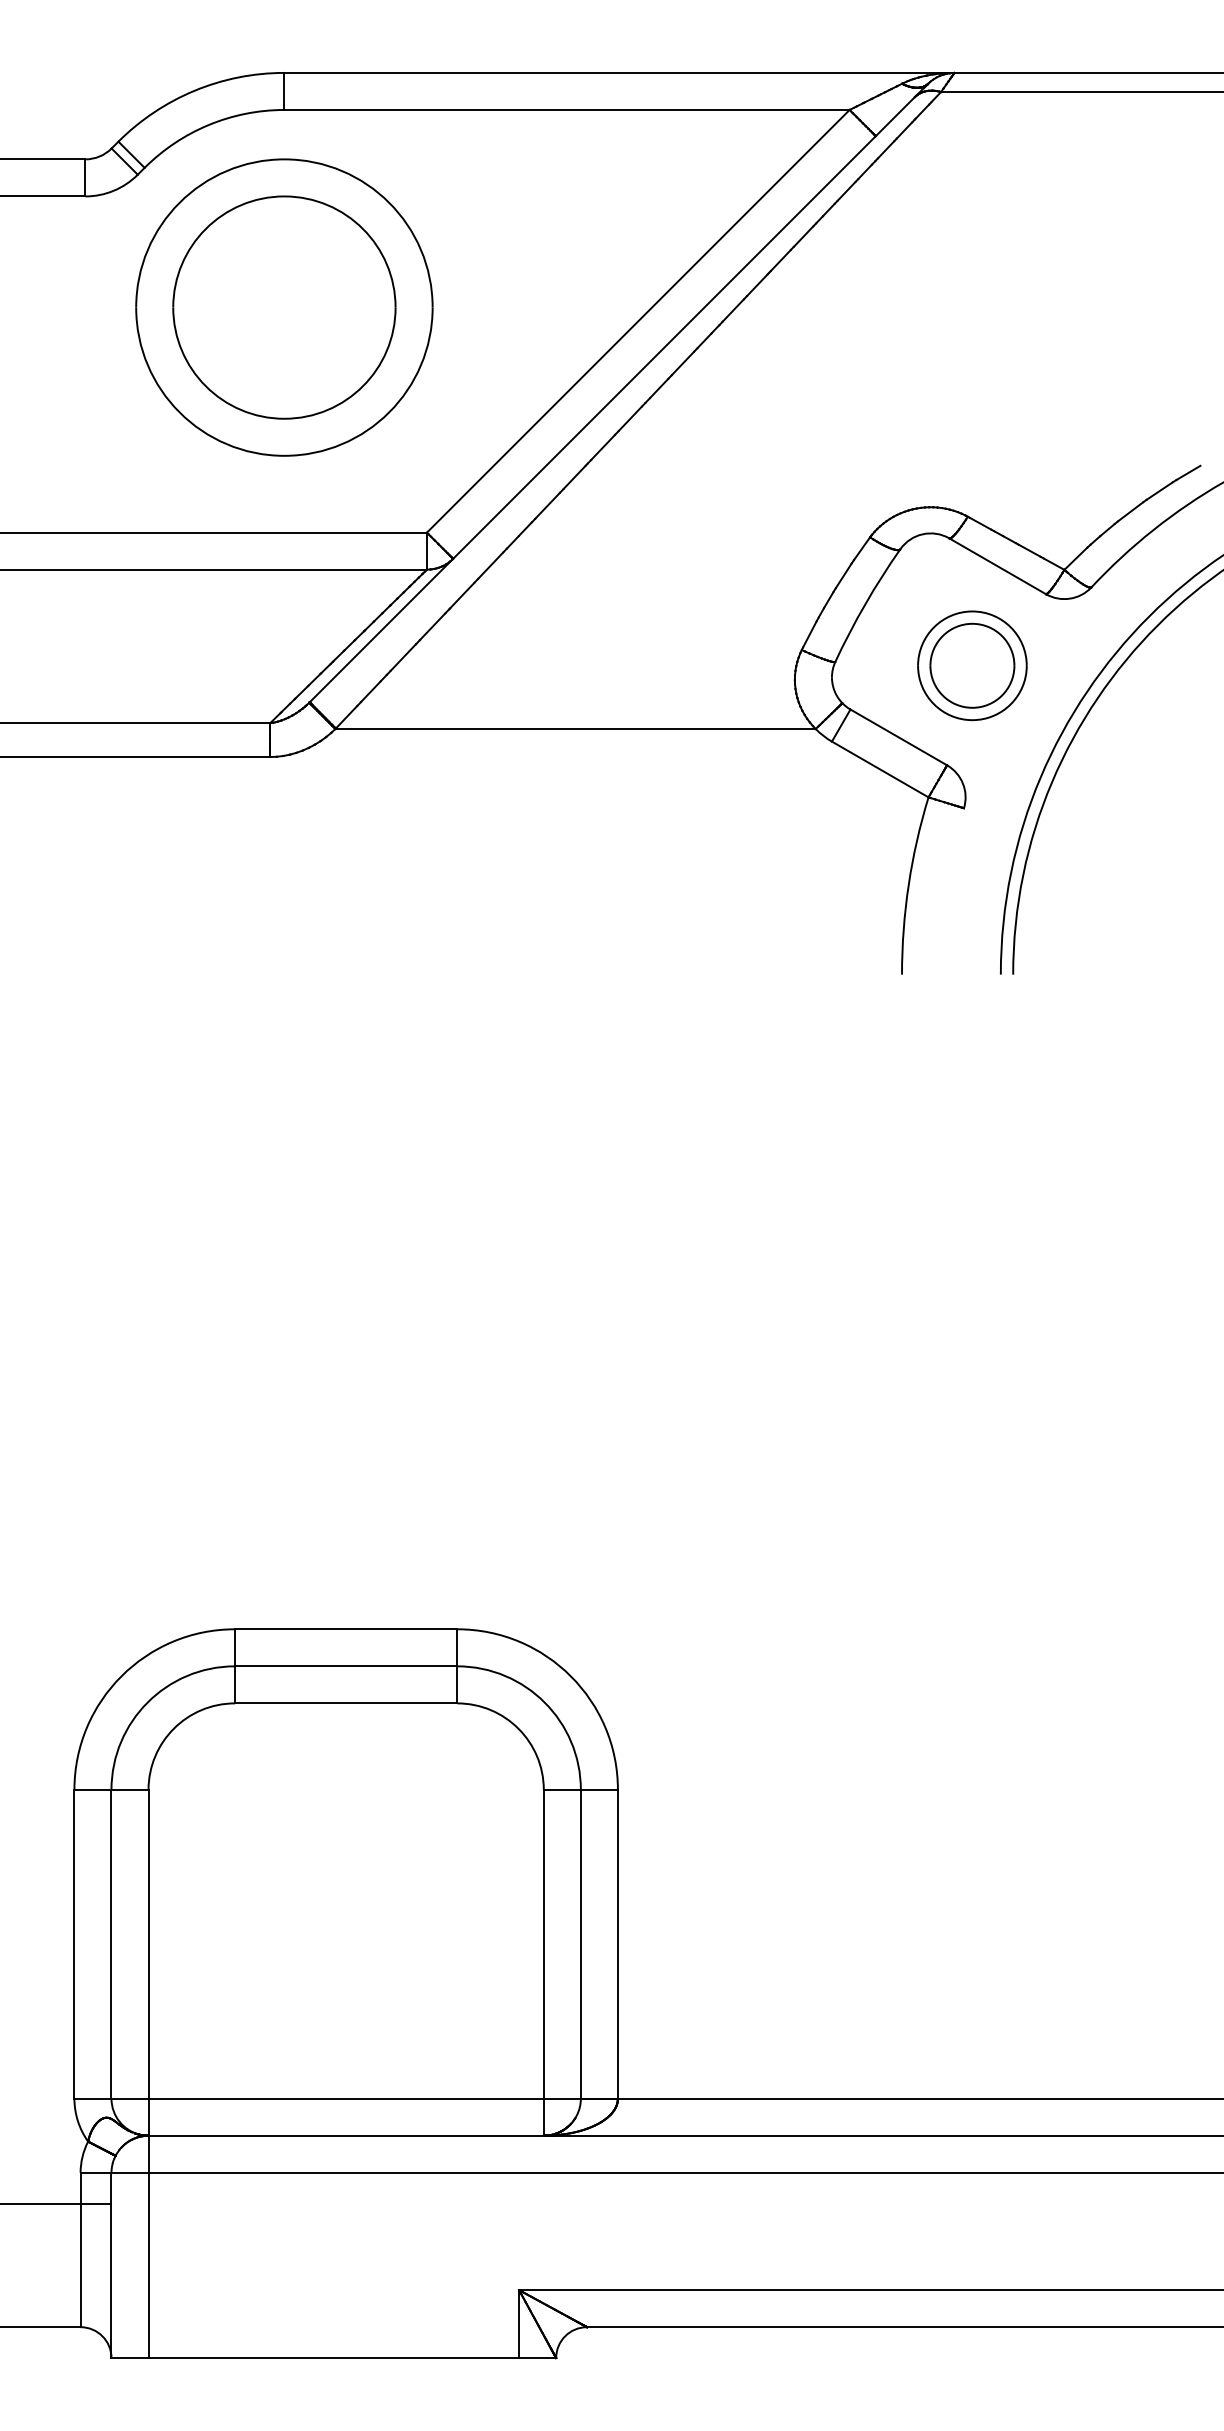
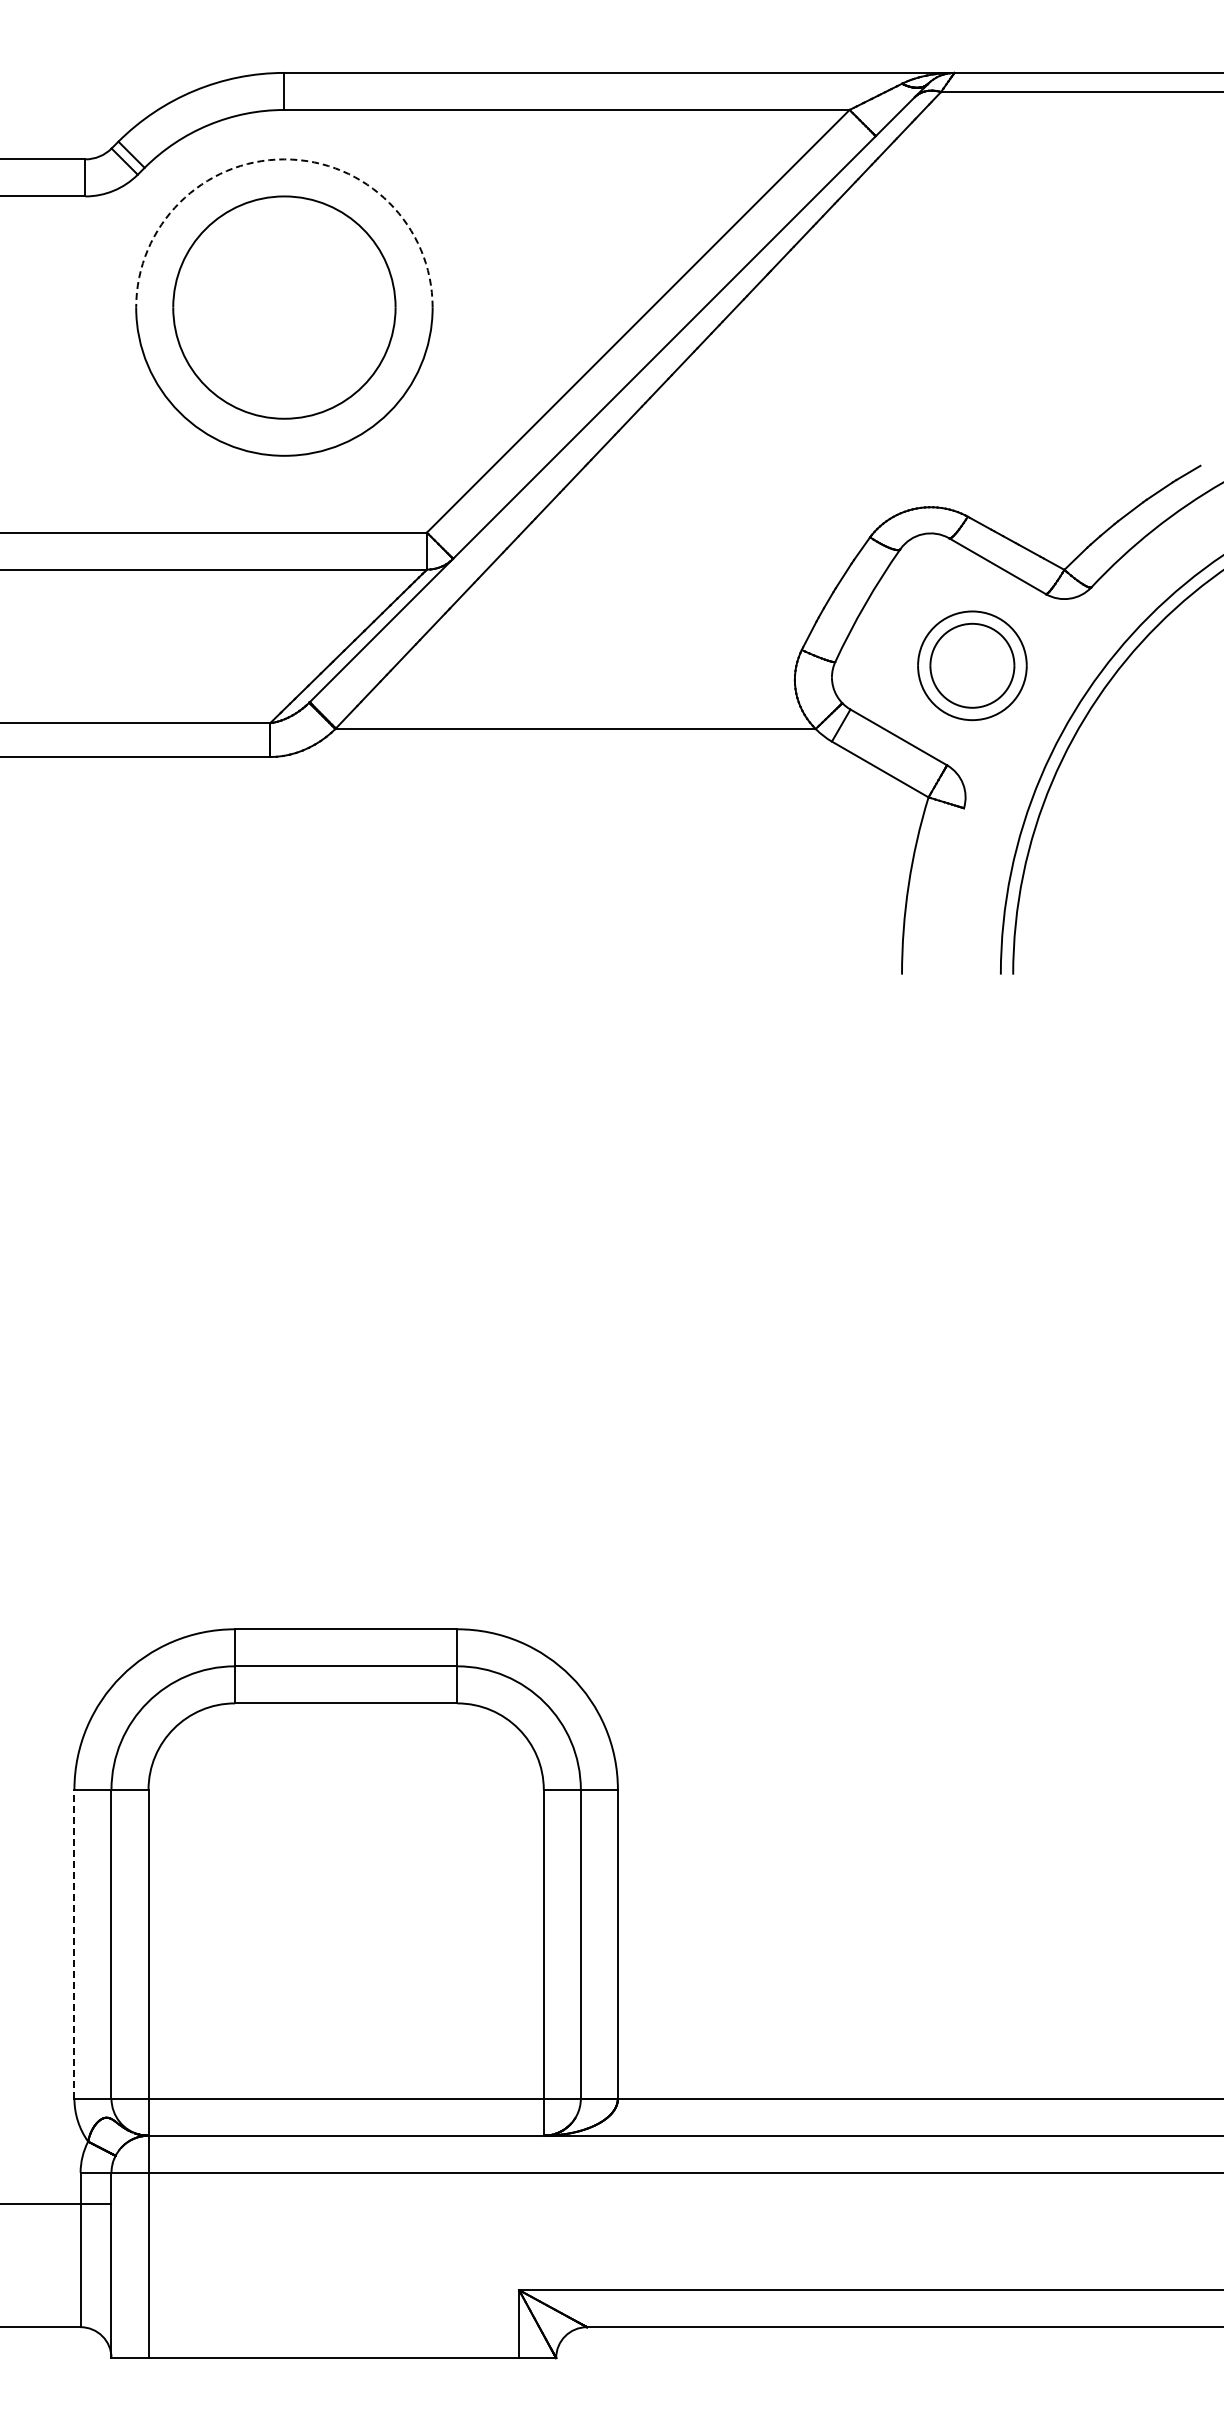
arc at (284, 159): solid -> dashed
line at (74, 1943): solid -> dashed
